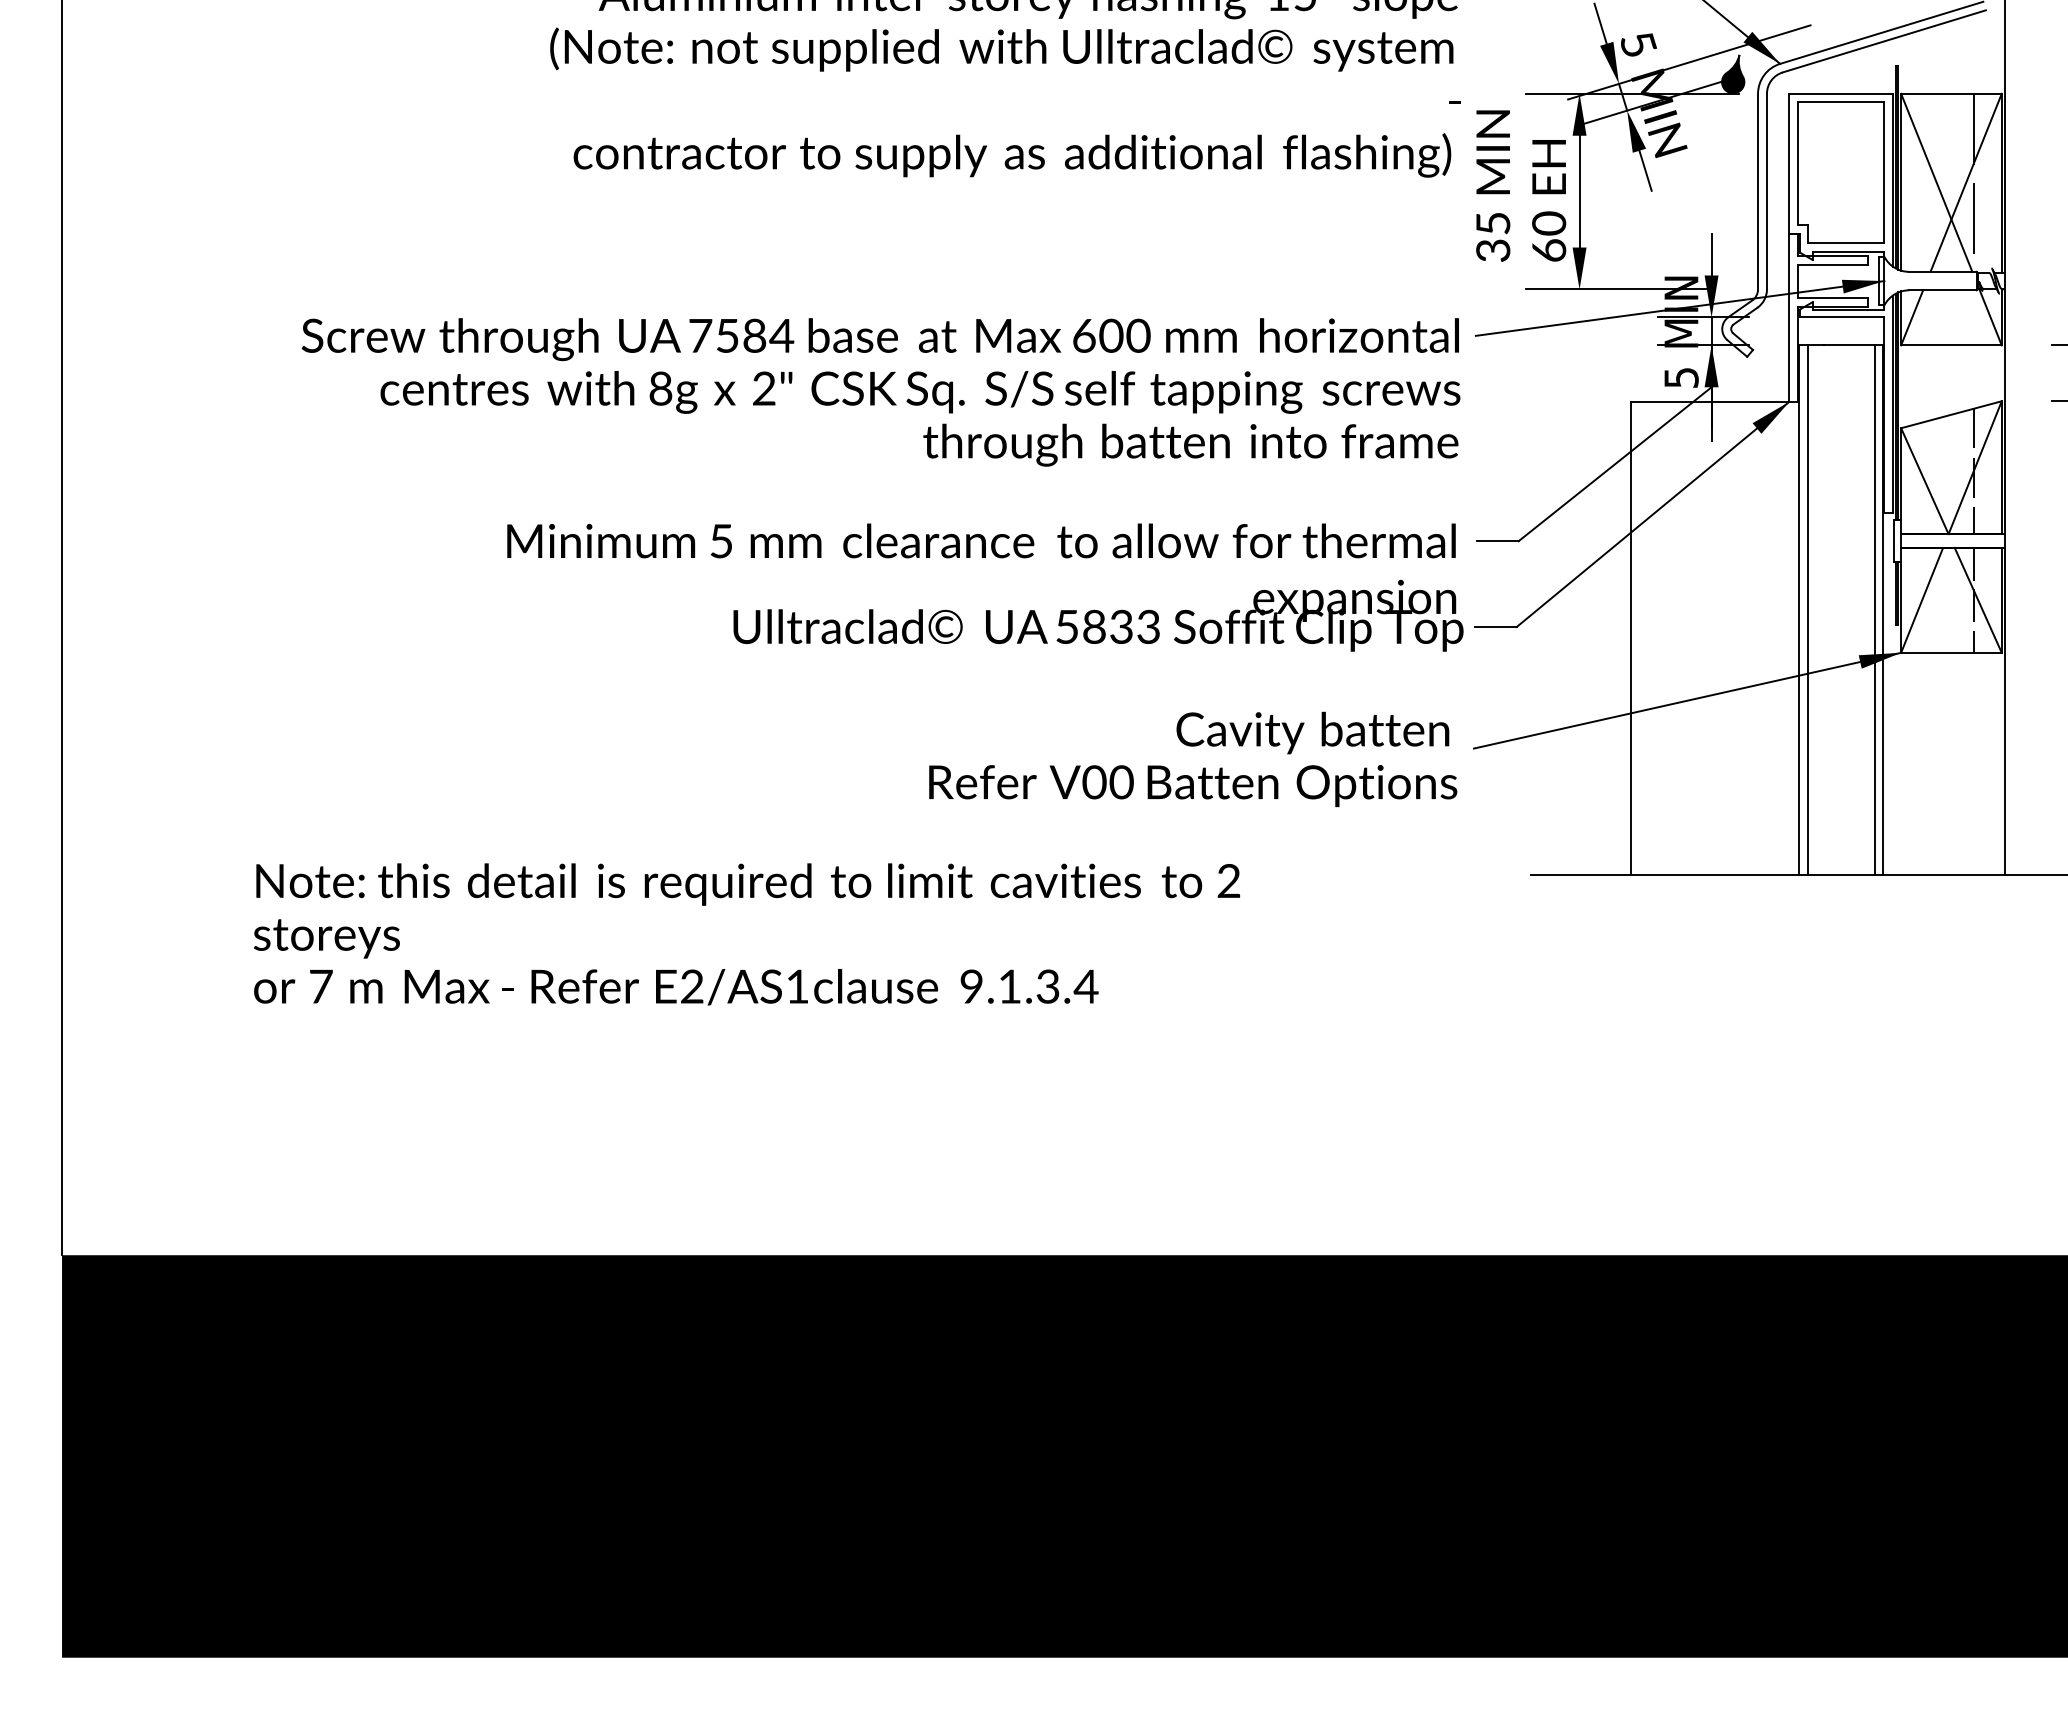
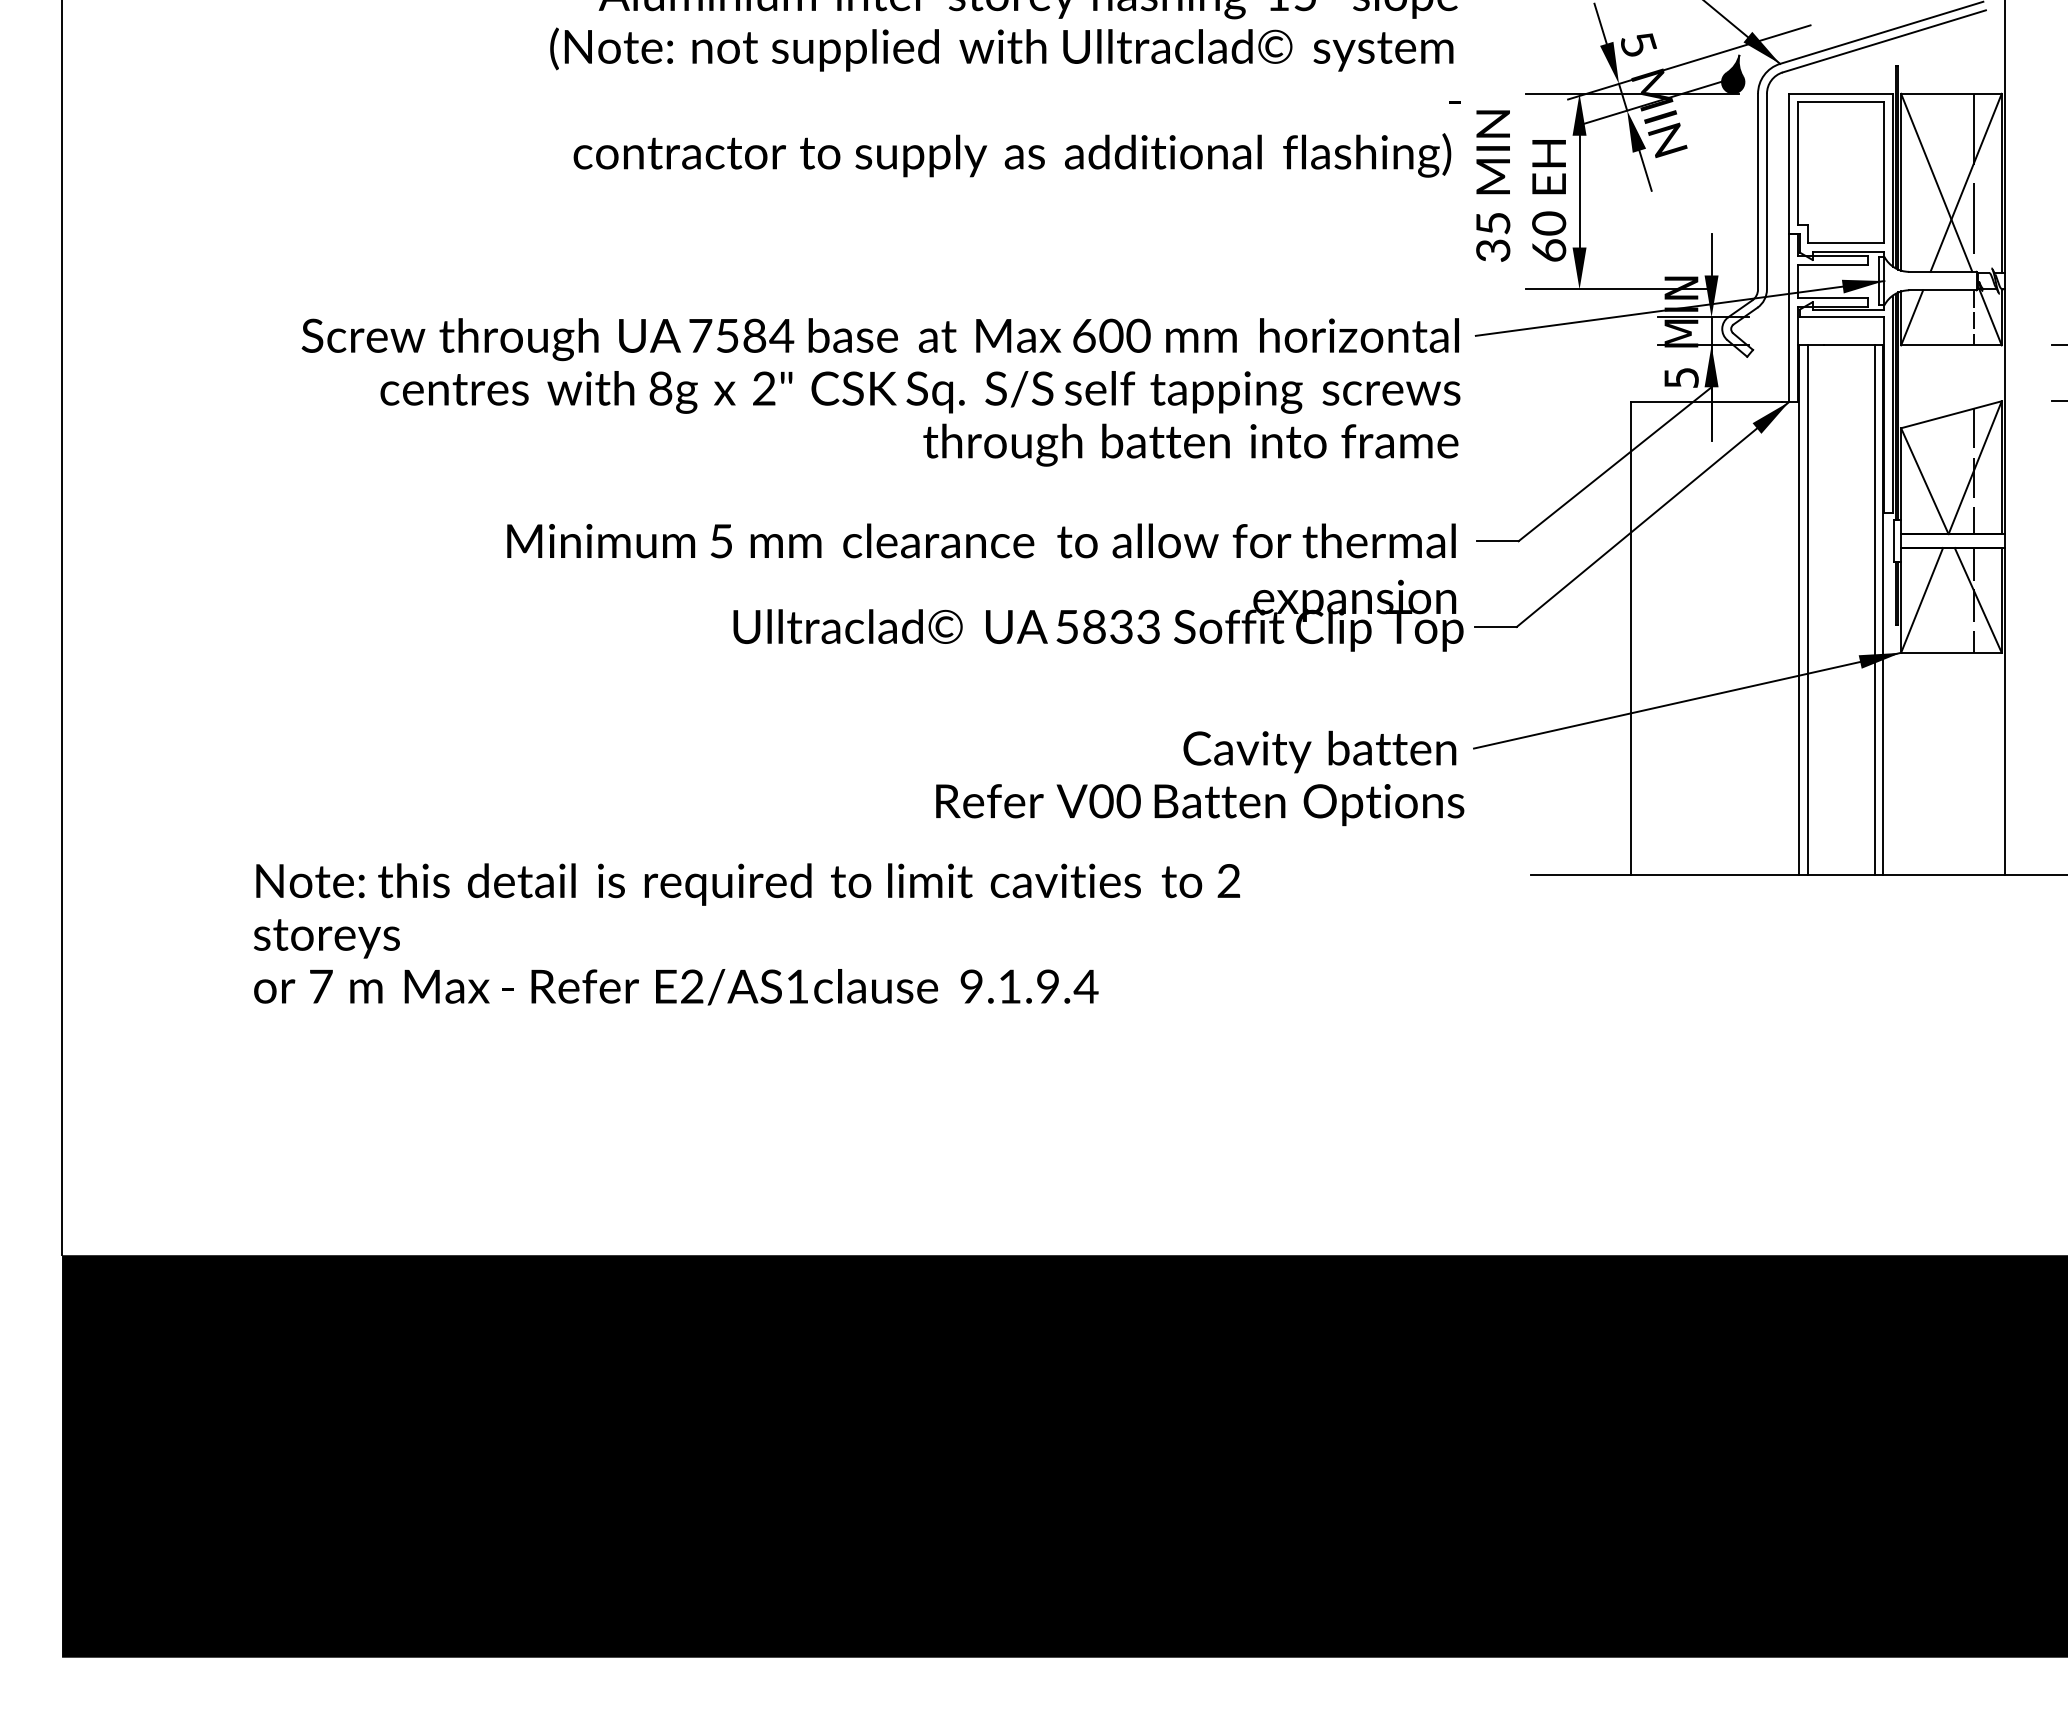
line at (1973, 317): none -> present
text at (1193, 759) position: (1193, 759) -> (1200, 778)
text at (1047, 986): 9.1.3.4 -> 9.1.9.4
